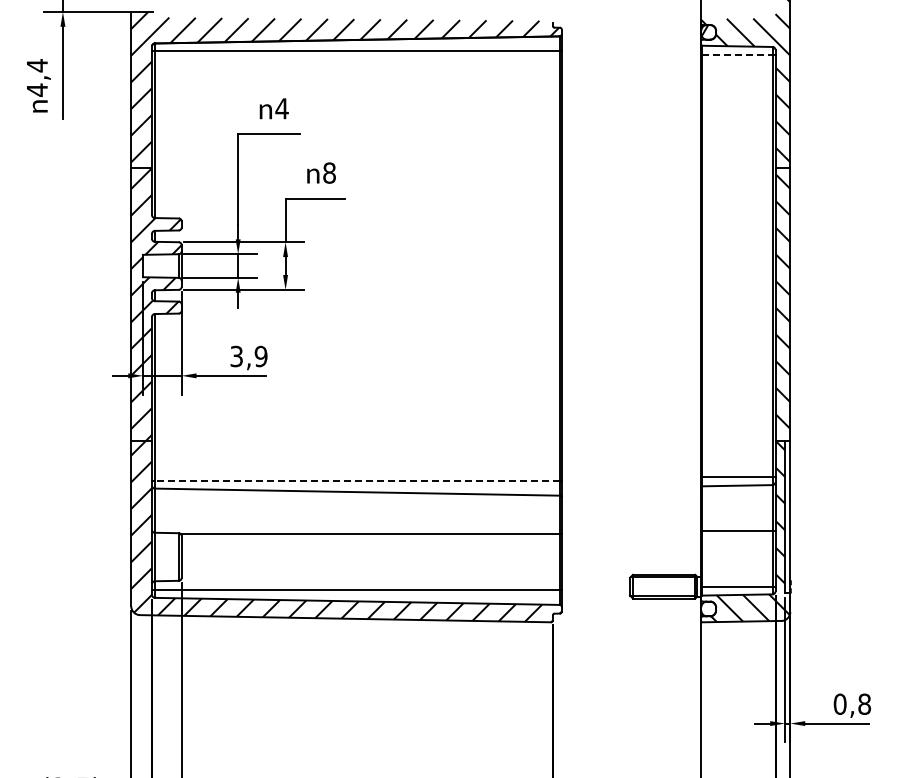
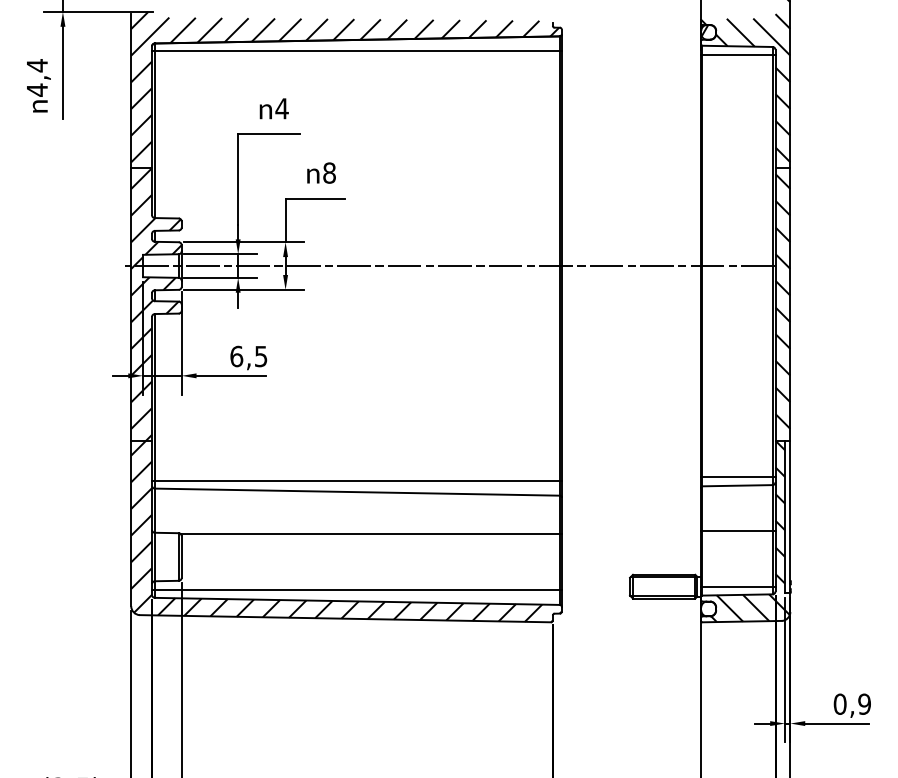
line at (738, 54): dashed -> solid
line at (449, 266): none -> present
text at (248, 356): 3,9 -> 6,5
line at (357, 480): dashed -> solid
text at (864, 703): 0,8 -> 0,9
